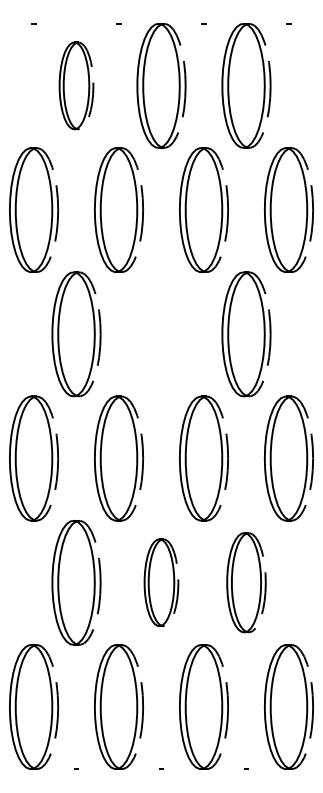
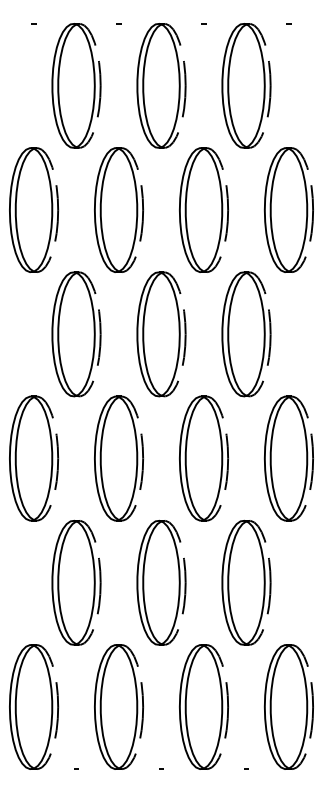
part at (76, 85) size: 37x90 px -> 51x126 px
part at (161, 334): none -> present
part at (161, 582) size: 37x89 px -> 51x127 px
part at (246, 582) size: 41x102 px -> 51x127 px
